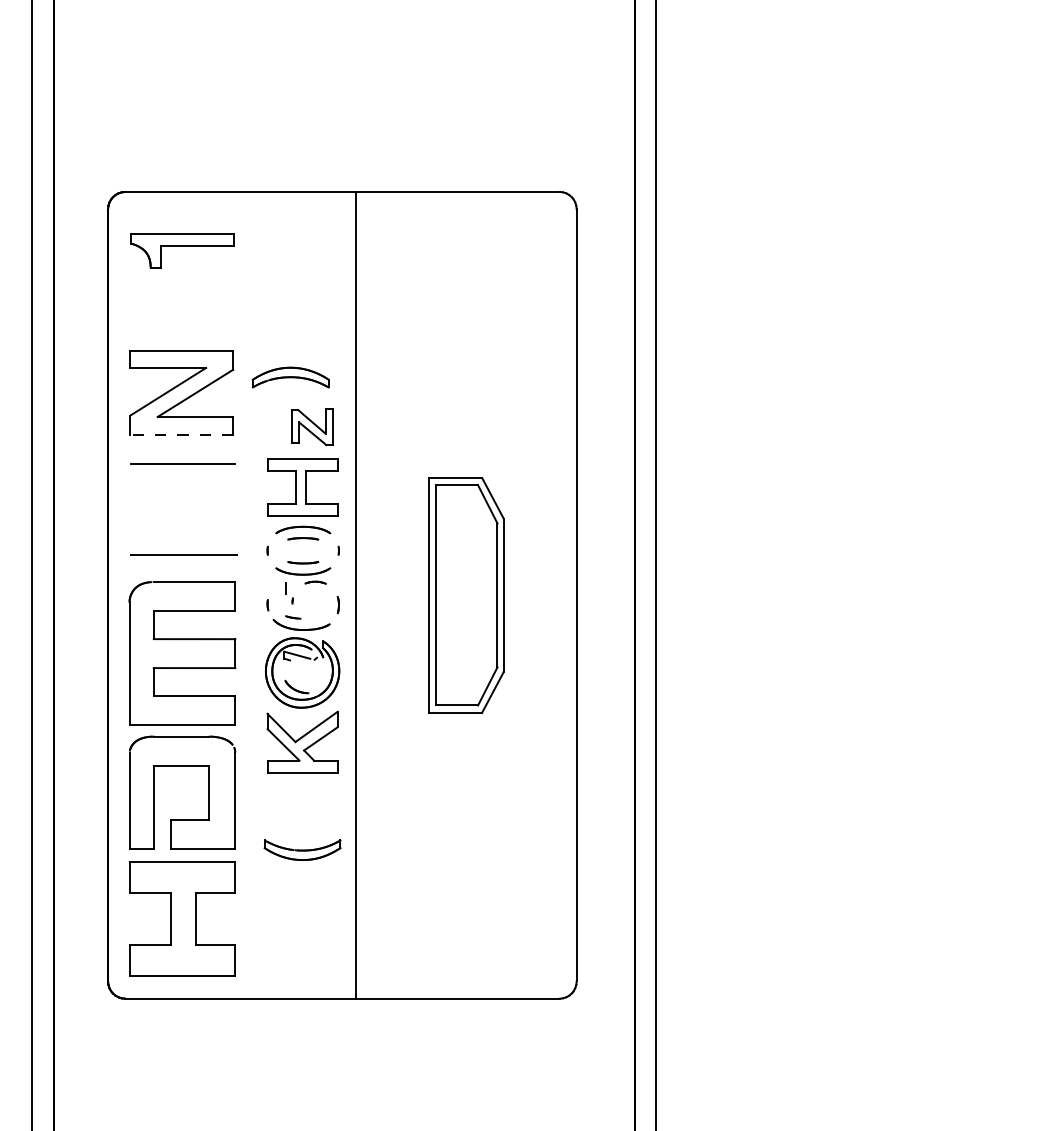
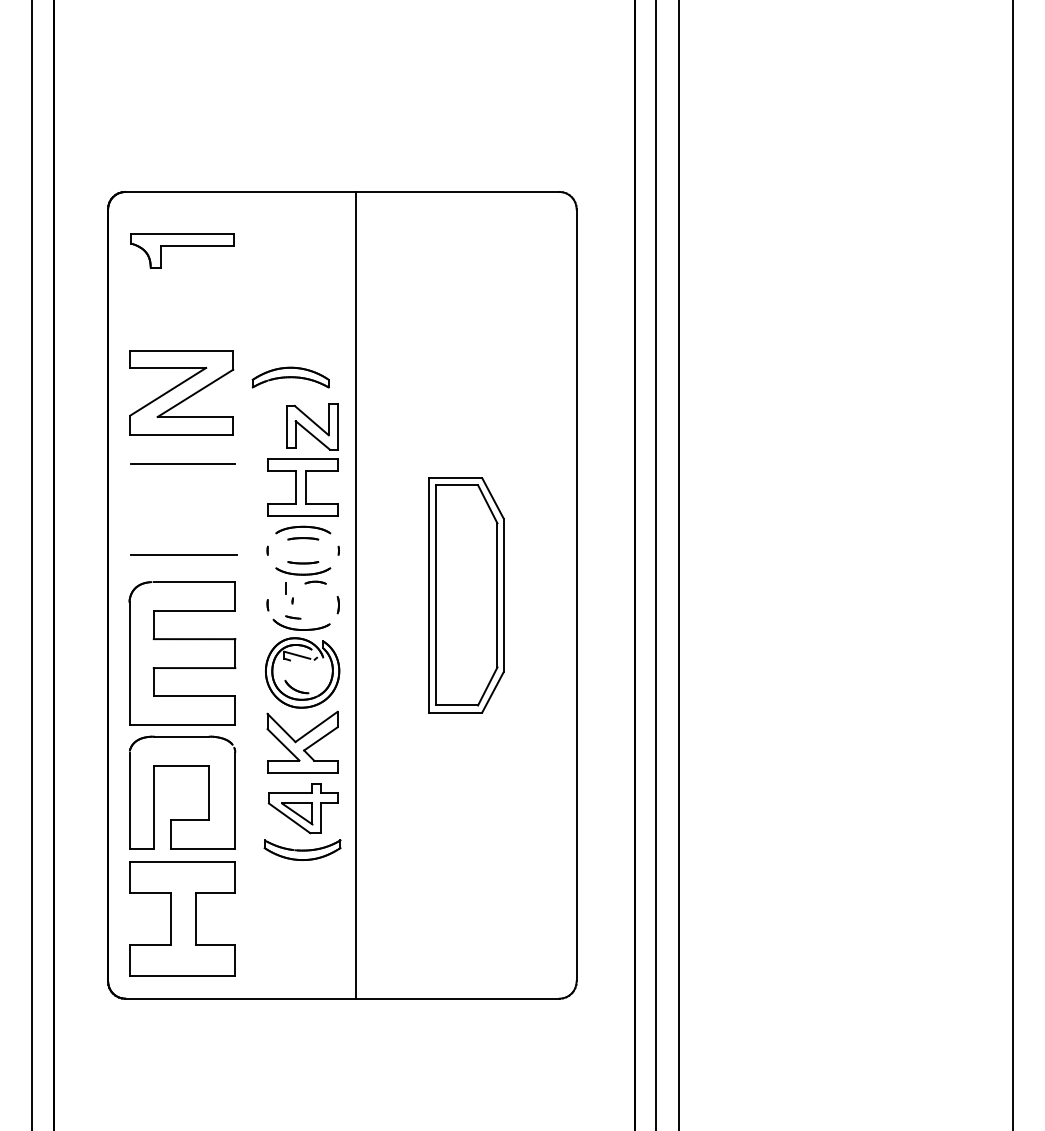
part at (312, 427) size: 43x39 px -> 53x48 px
line at (181, 434): dashed -> solid
line at (678, 564): none -> present
line at (1013, 564): none -> present
part at (302, 808): none -> present
